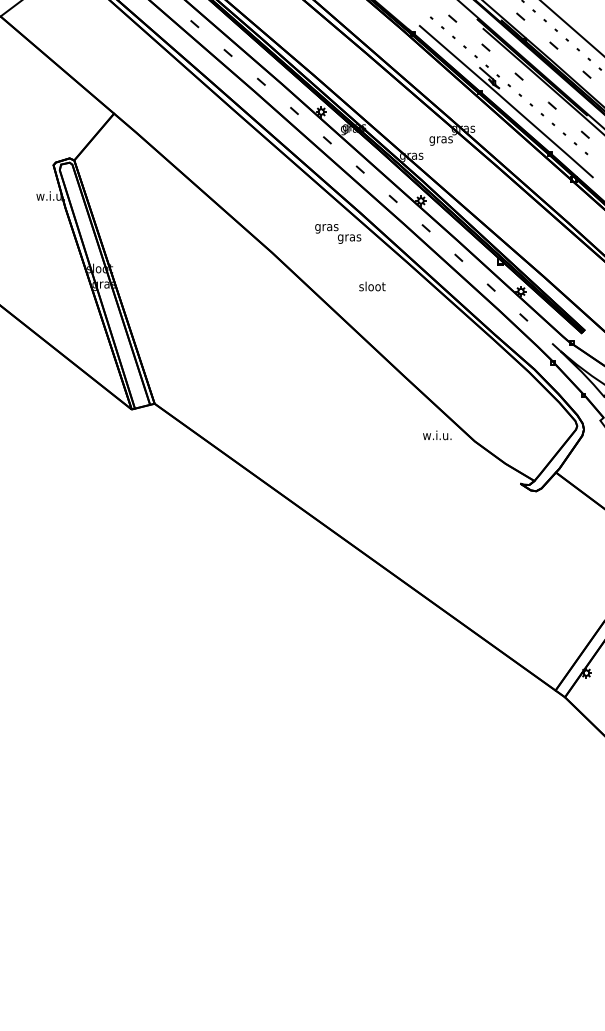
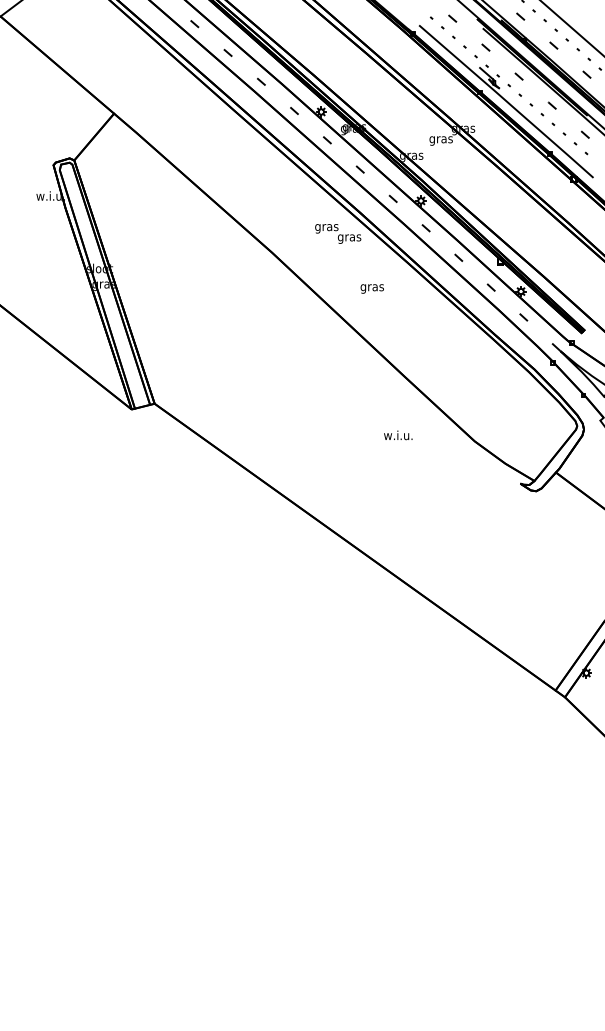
text at (372, 287): sloot -> gras
text at (437, 435) position: (437, 435) -> (398, 435)
